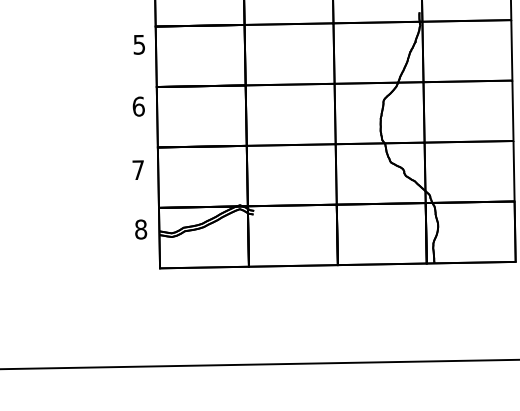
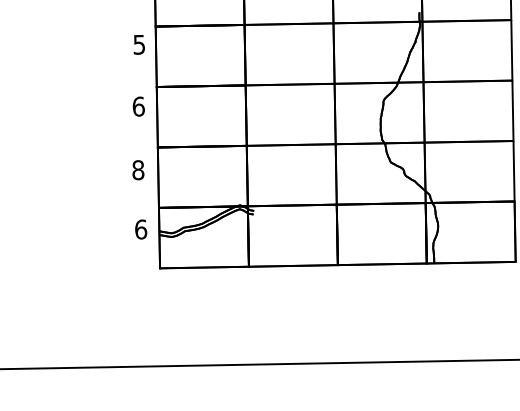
text at (138, 170): 7 -> 8
text at (141, 229): 8 -> 6
